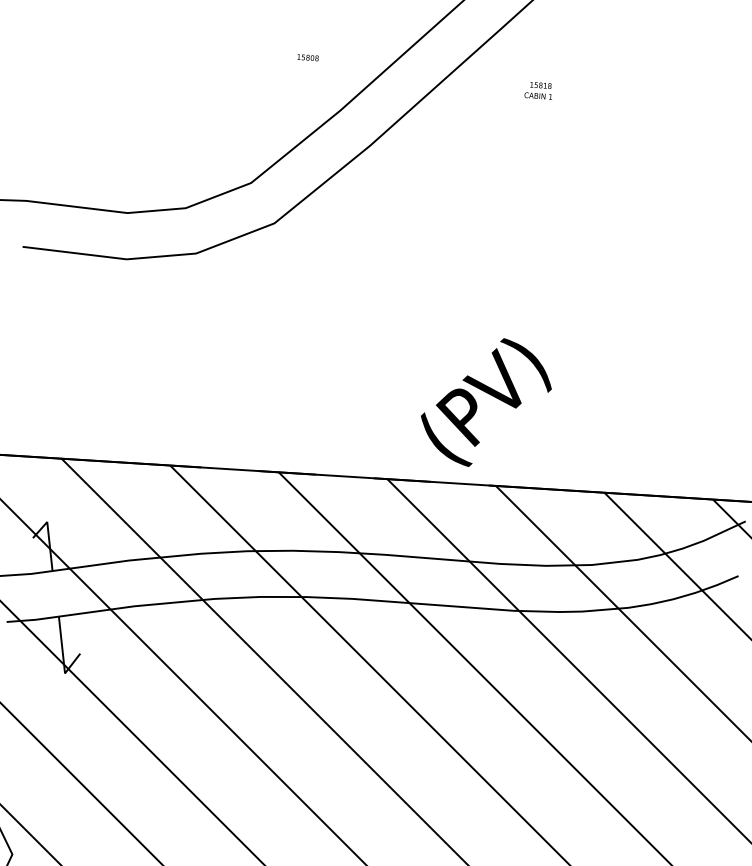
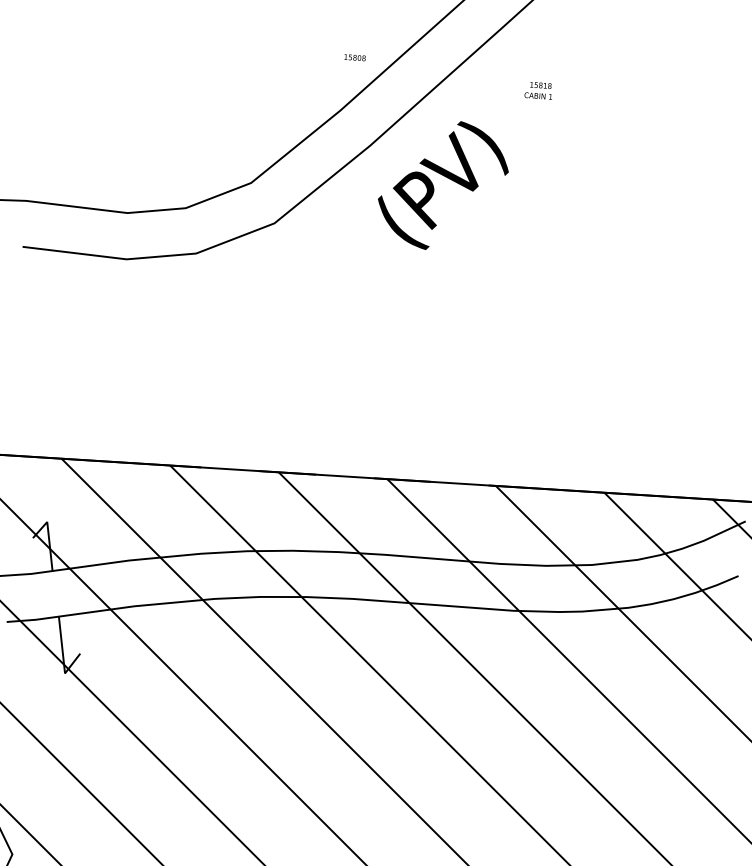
text at (307, 57) position: (307, 57) -> (354, 57)
text at (486, 402) position: (486, 402) -> (443, 185)
